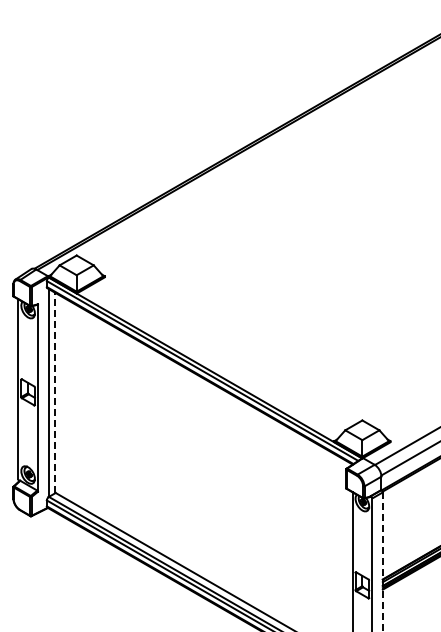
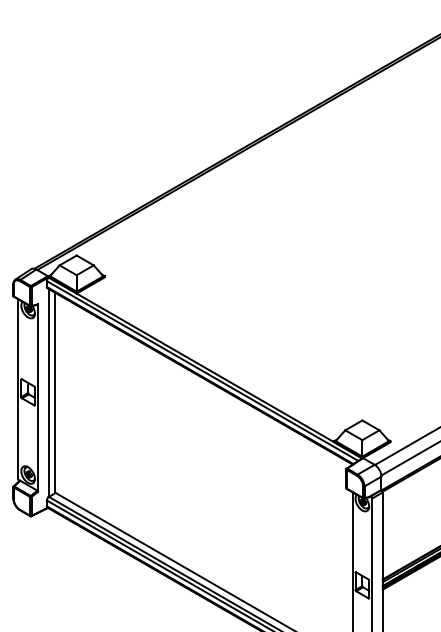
line at (55, 392): dashed -> solid
line at (382, 562): dashed -> solid
